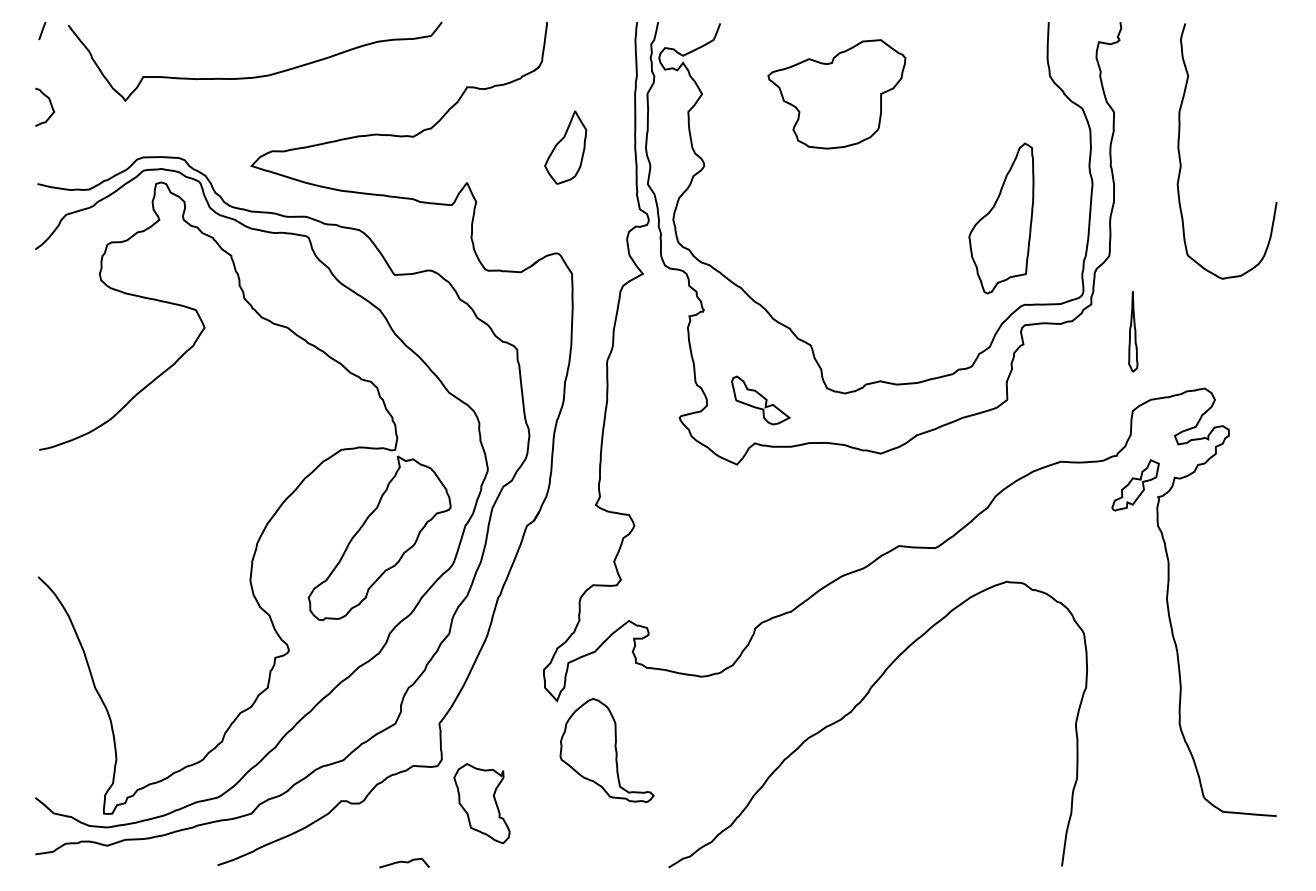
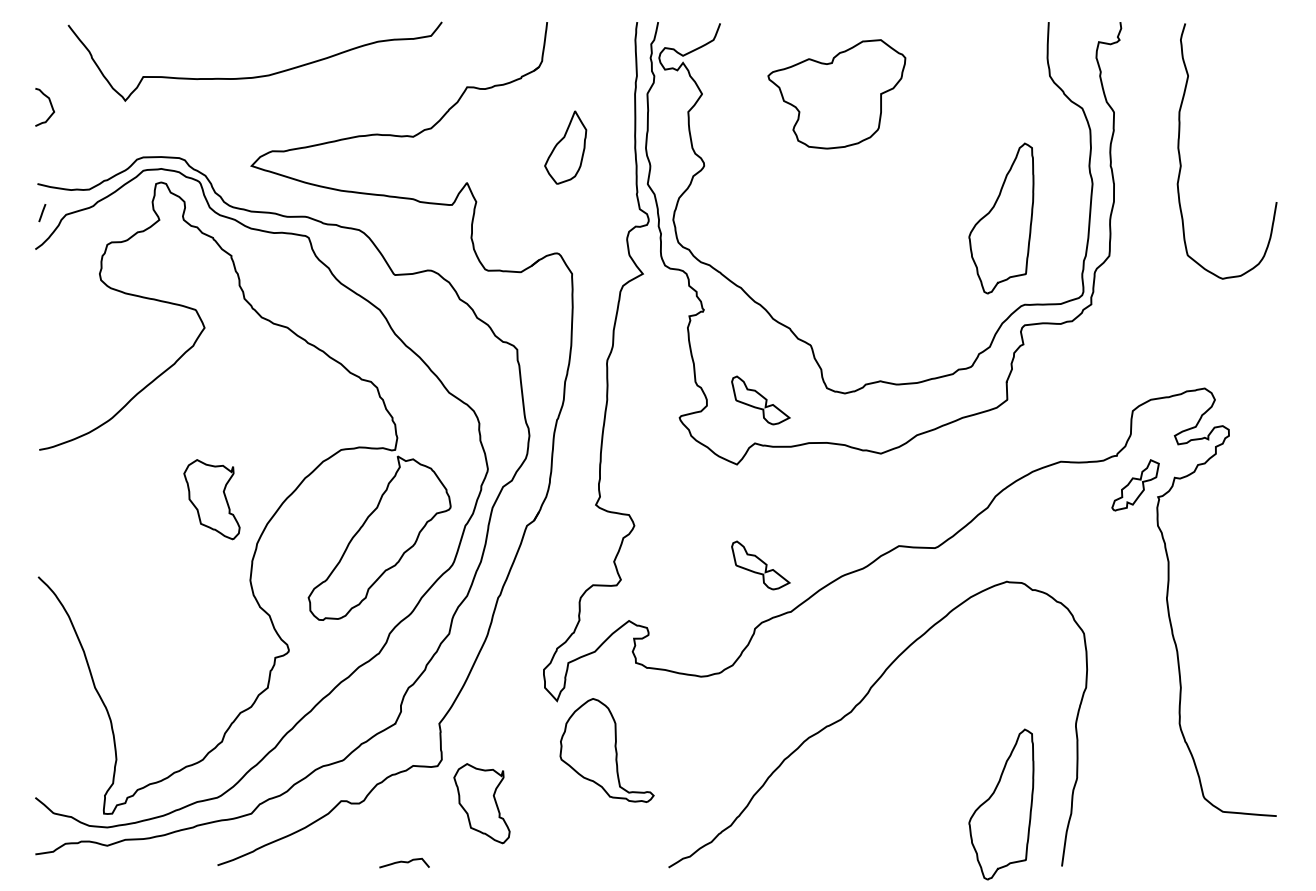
line at (42, 31) position: (42, 31) -> (42, 213)
part at (1133, 331): present -> none
part at (211, 499): none -> present
part at (760, 565): none -> present
part at (1001, 804): none -> present
